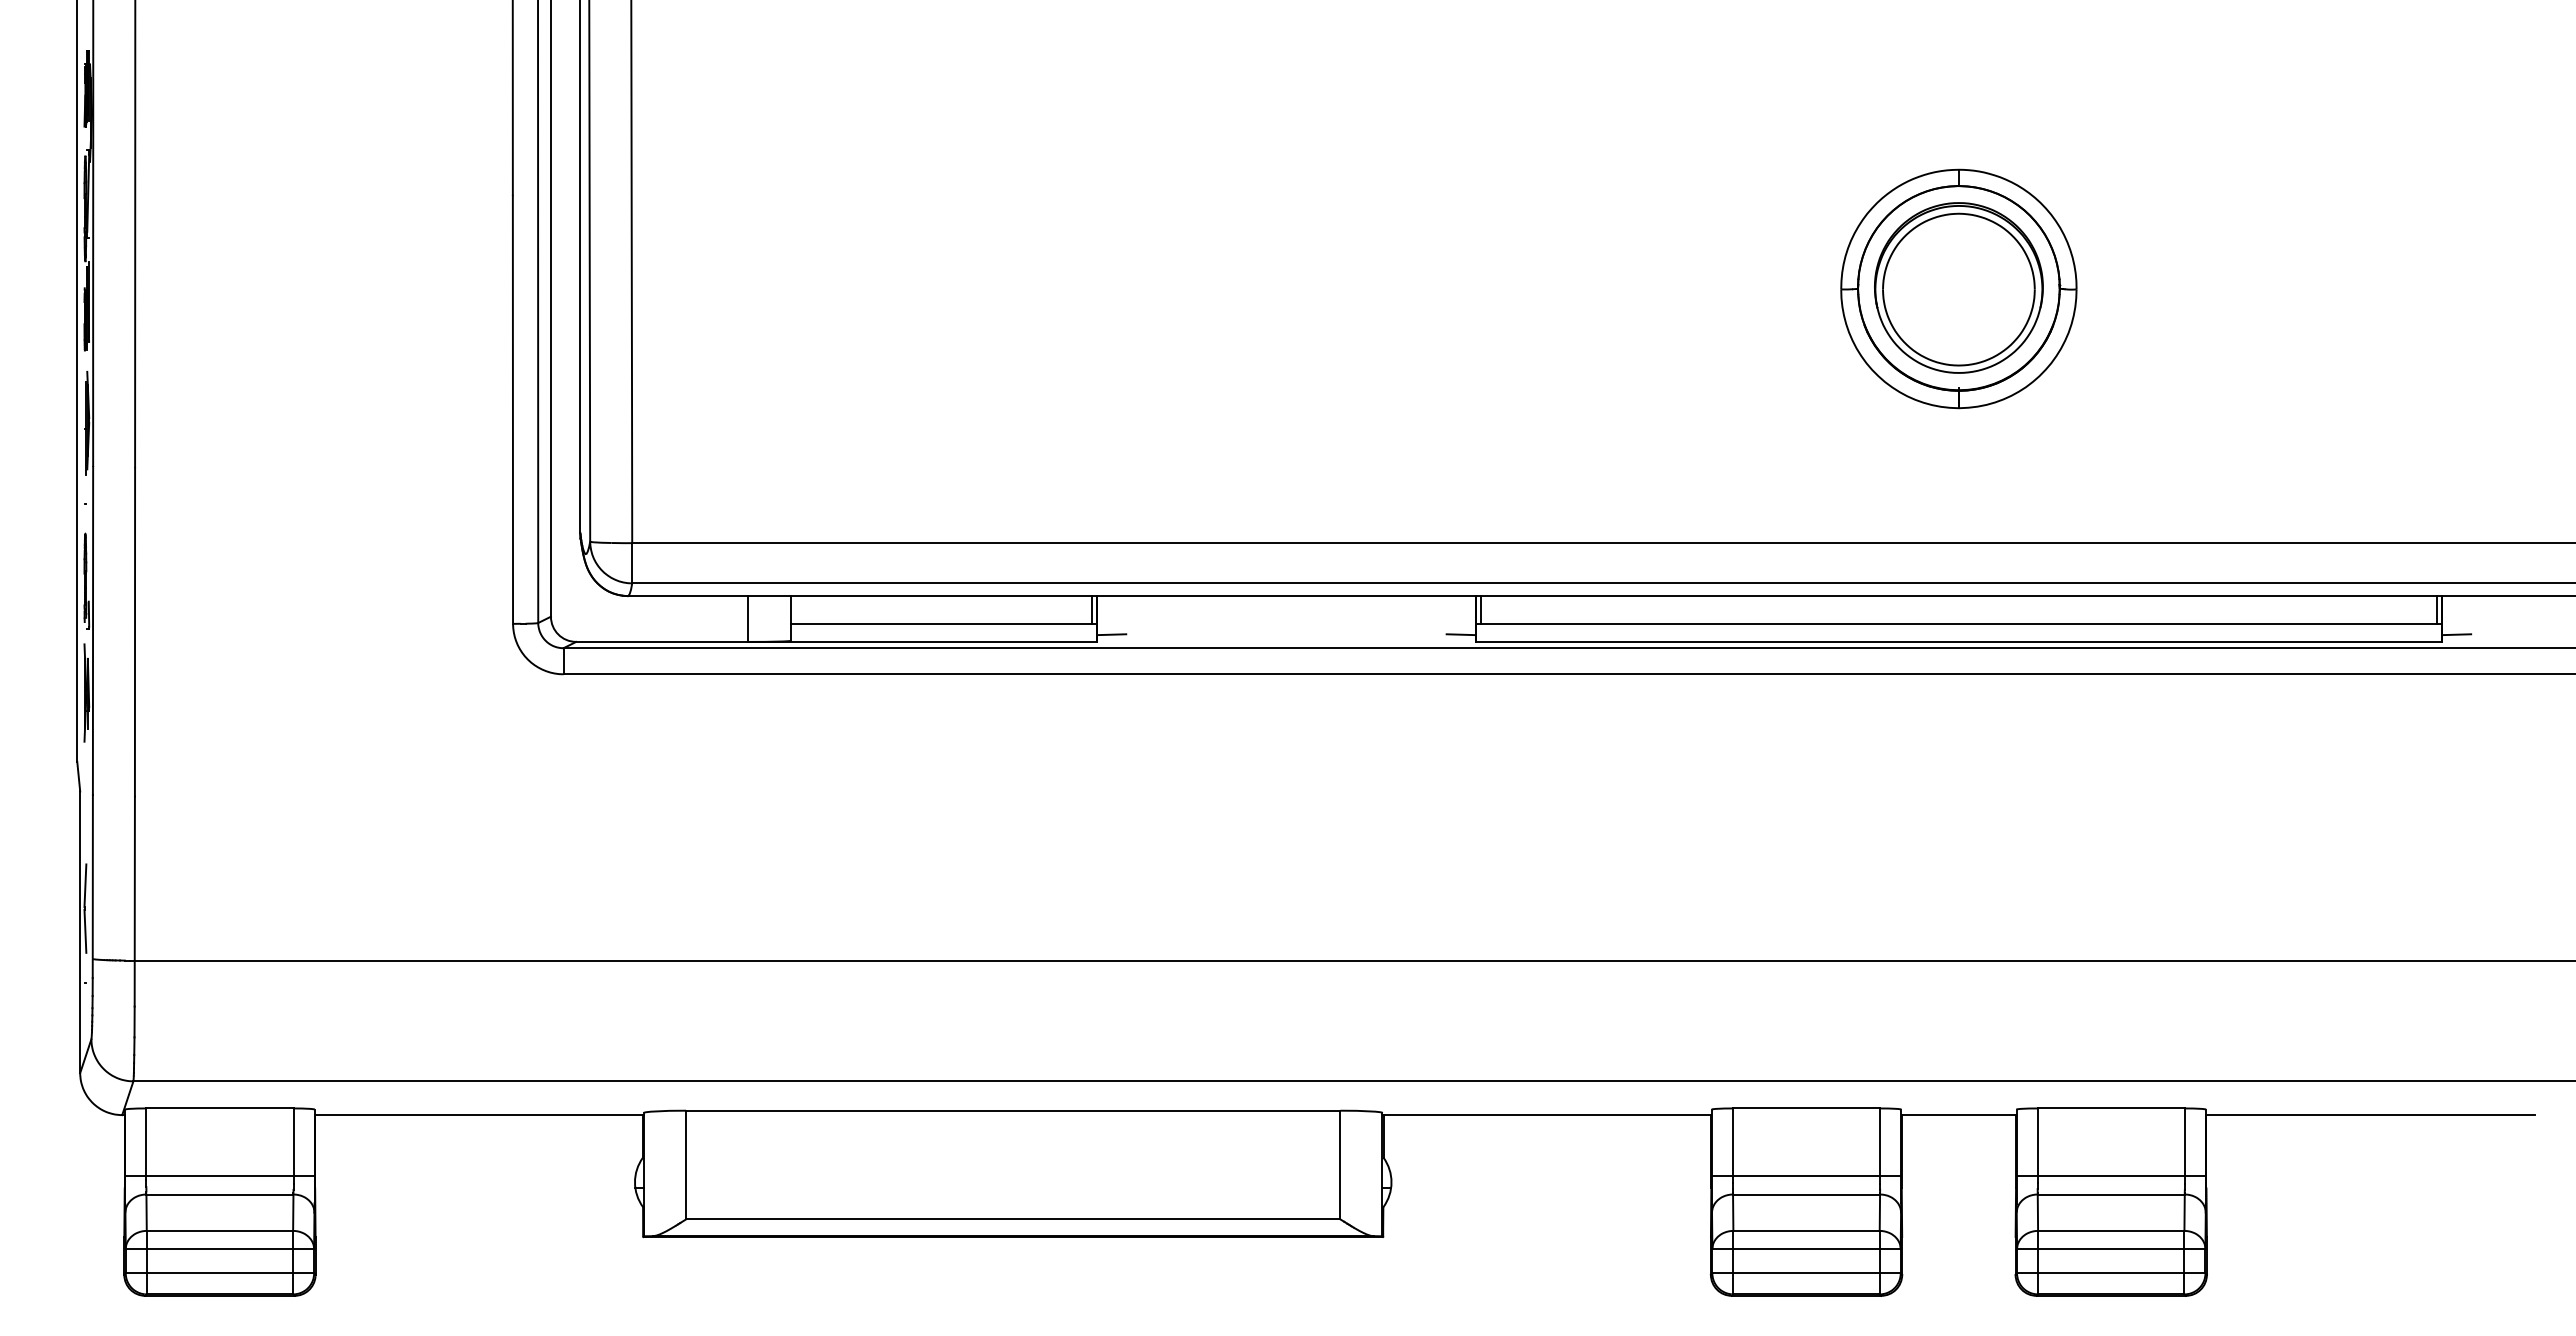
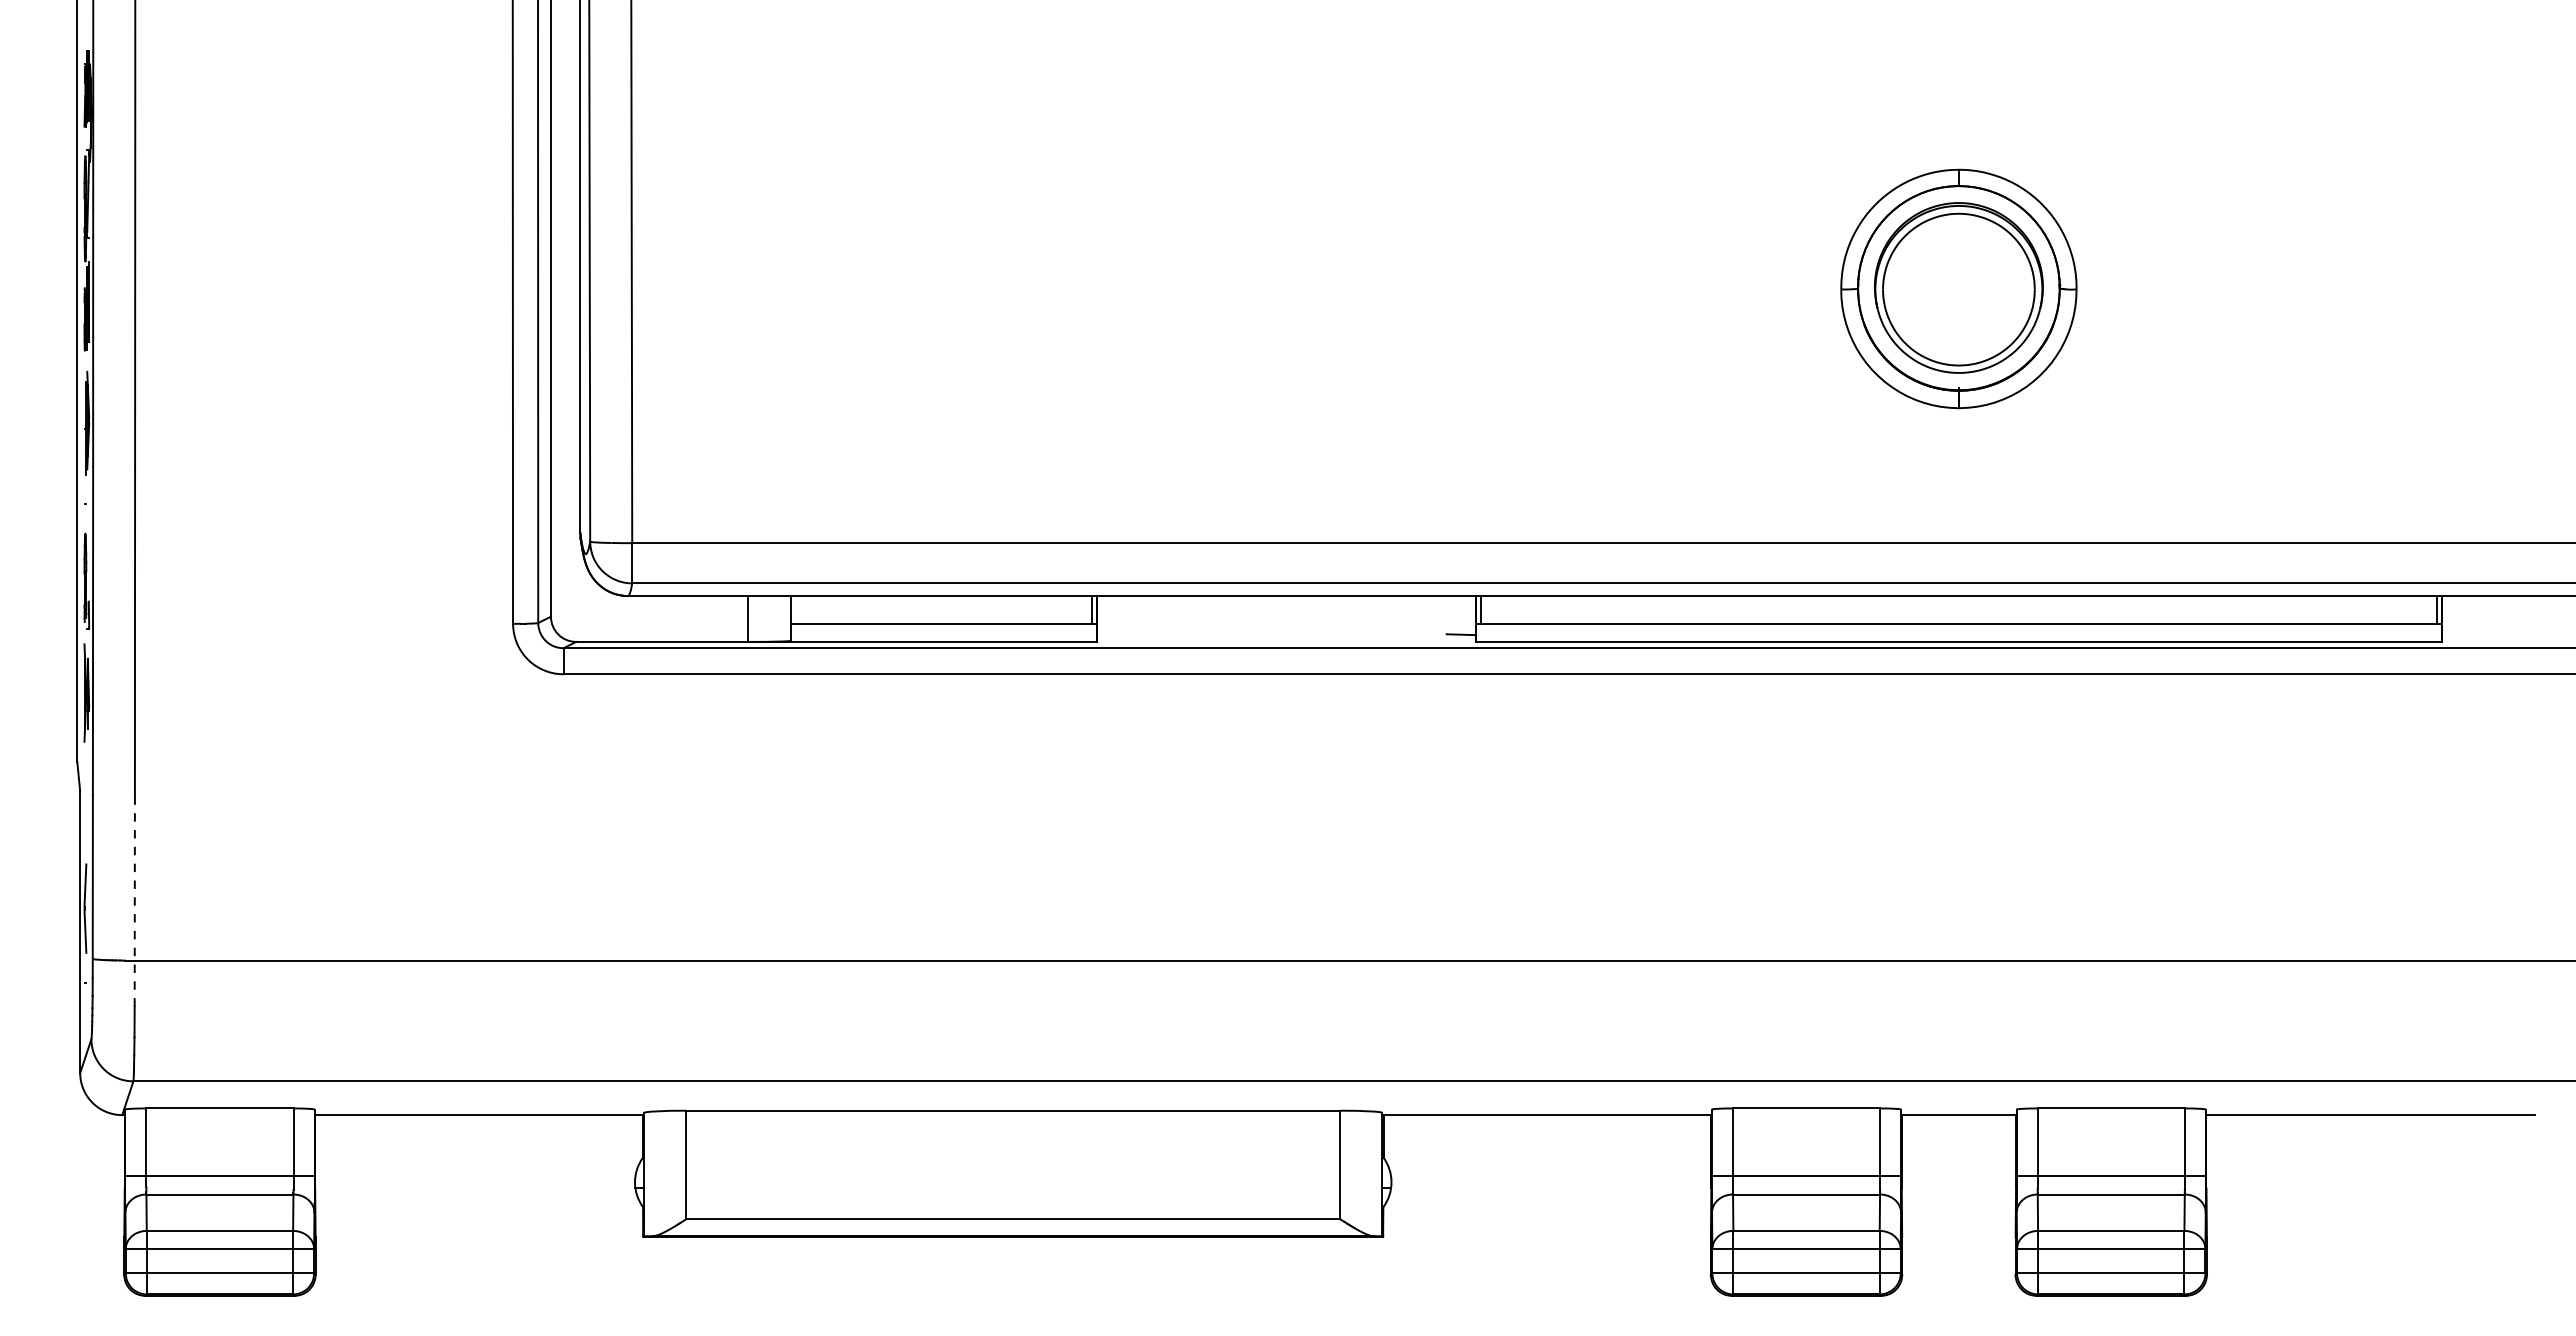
line at (1111, 634): present -> none
line at (2456, 634): present -> none
line at (134, 901): solid -> dashed
